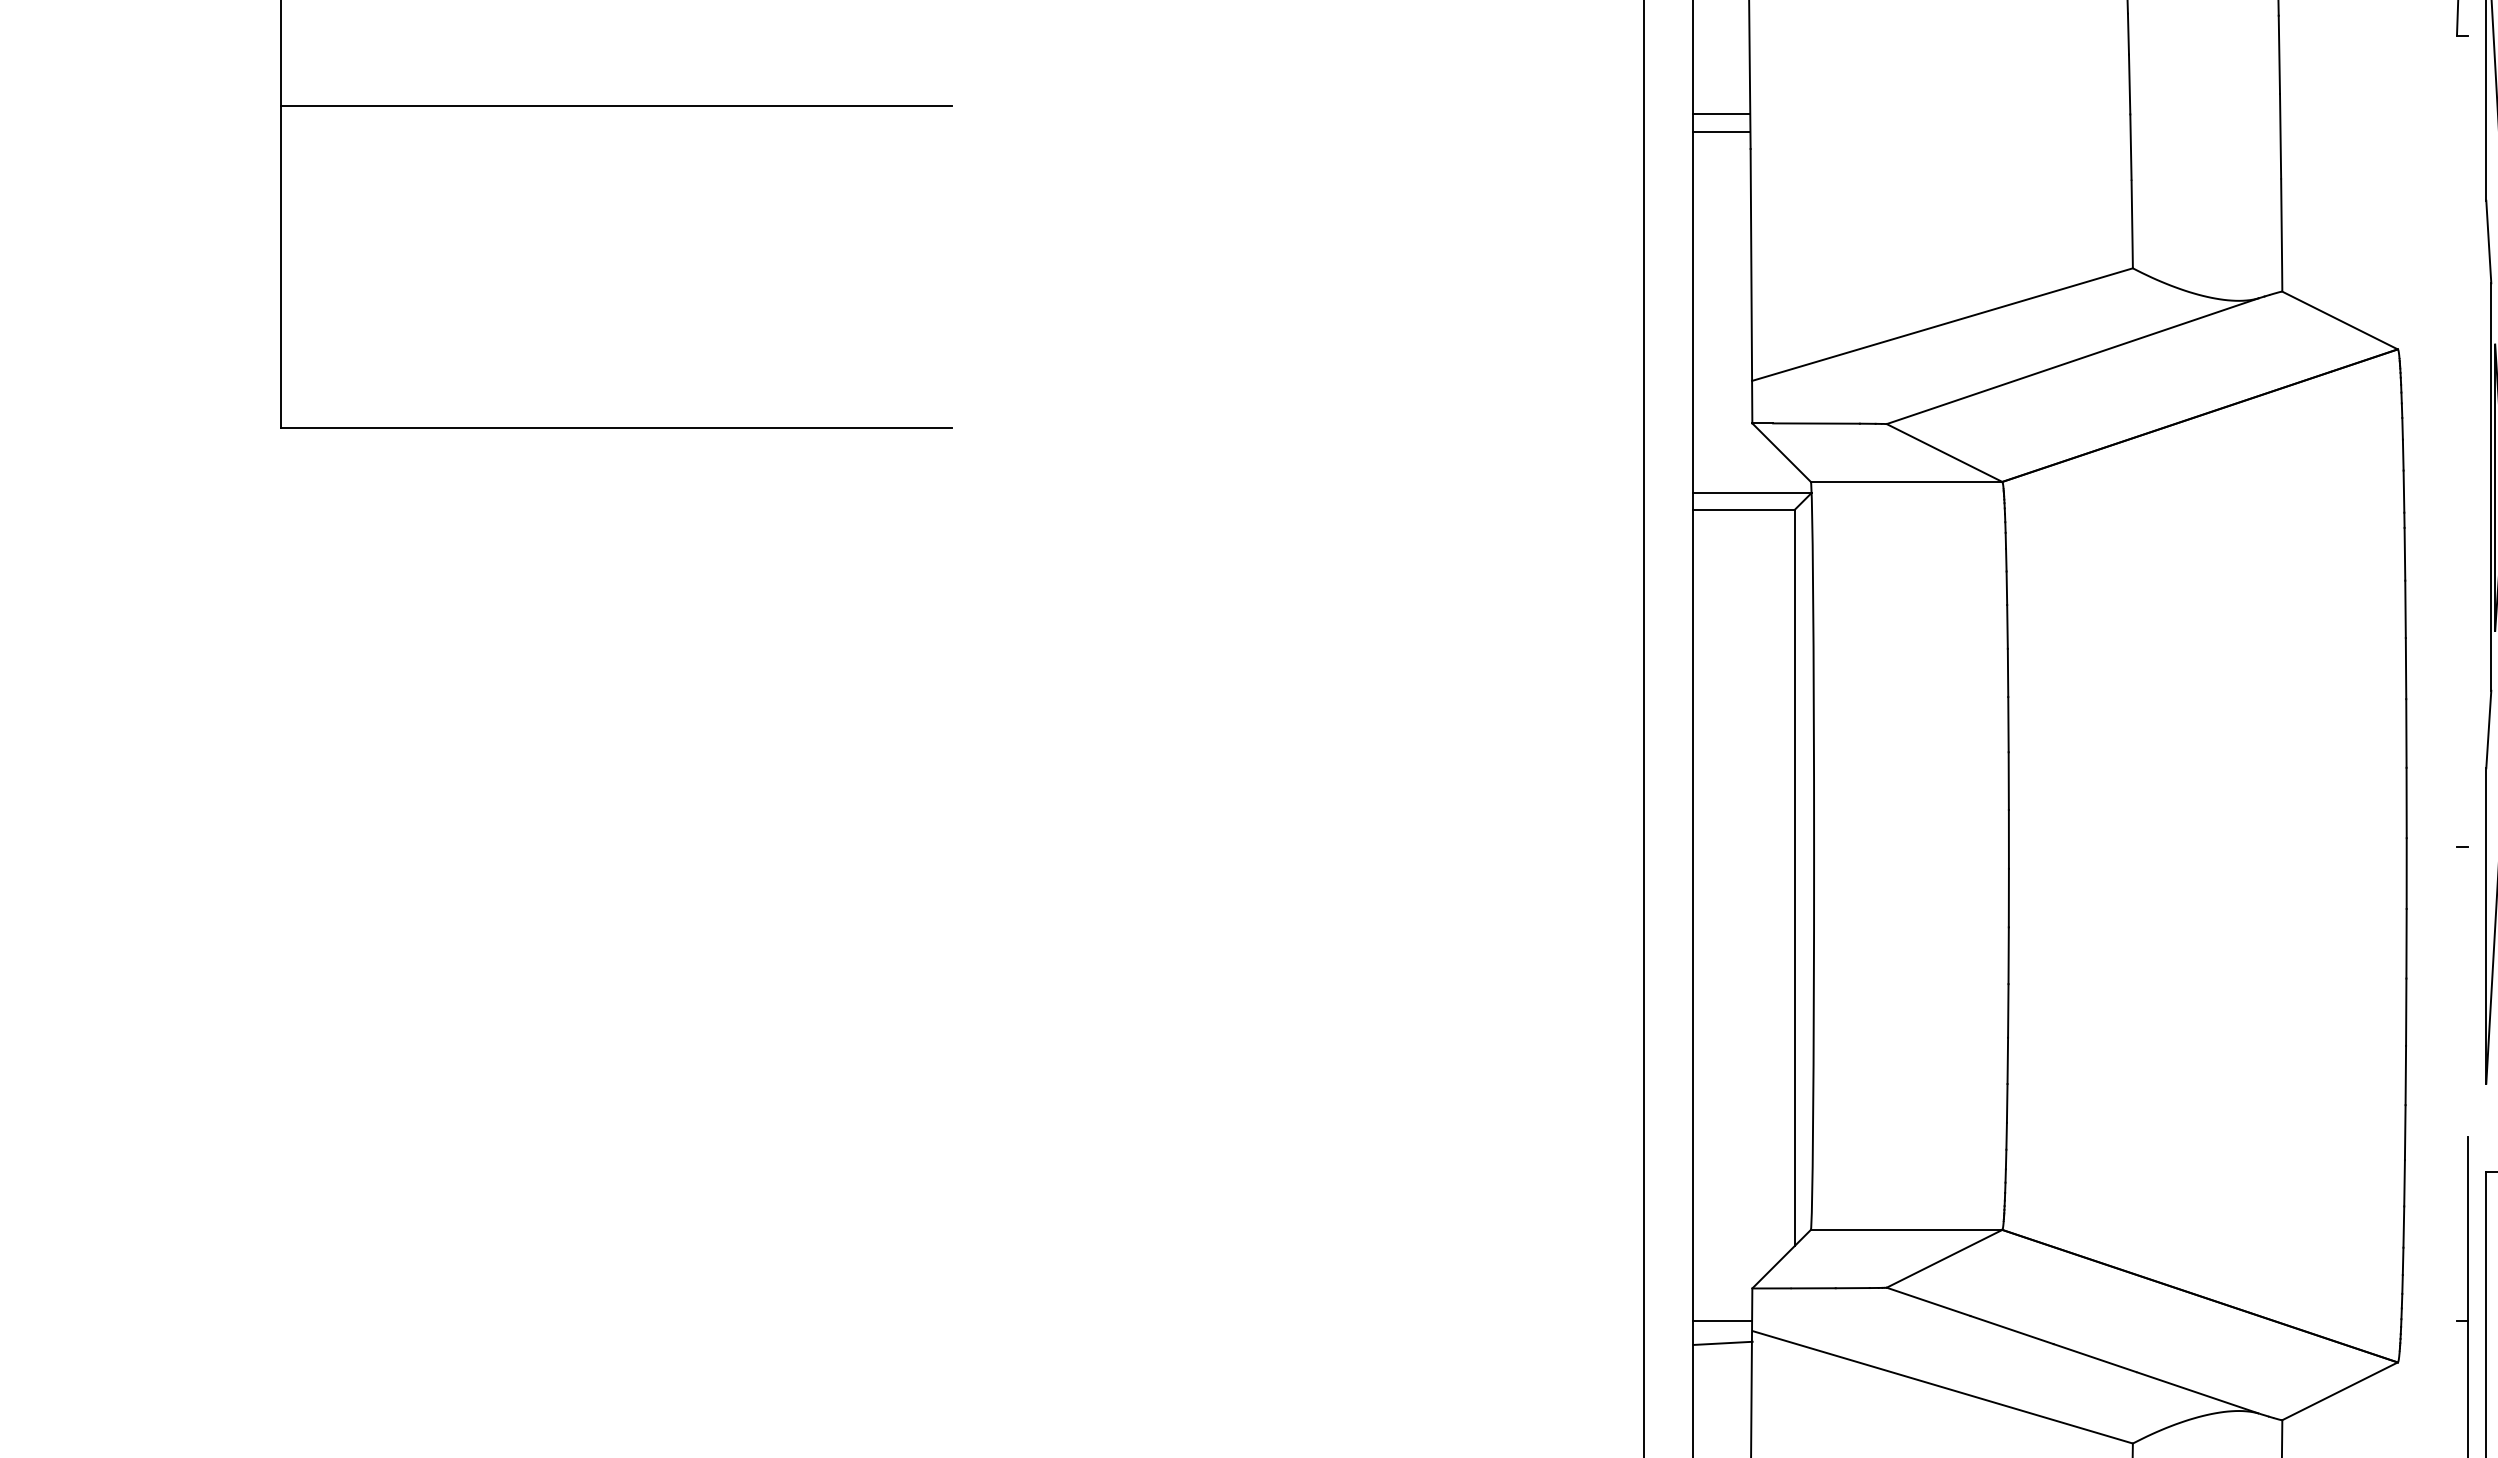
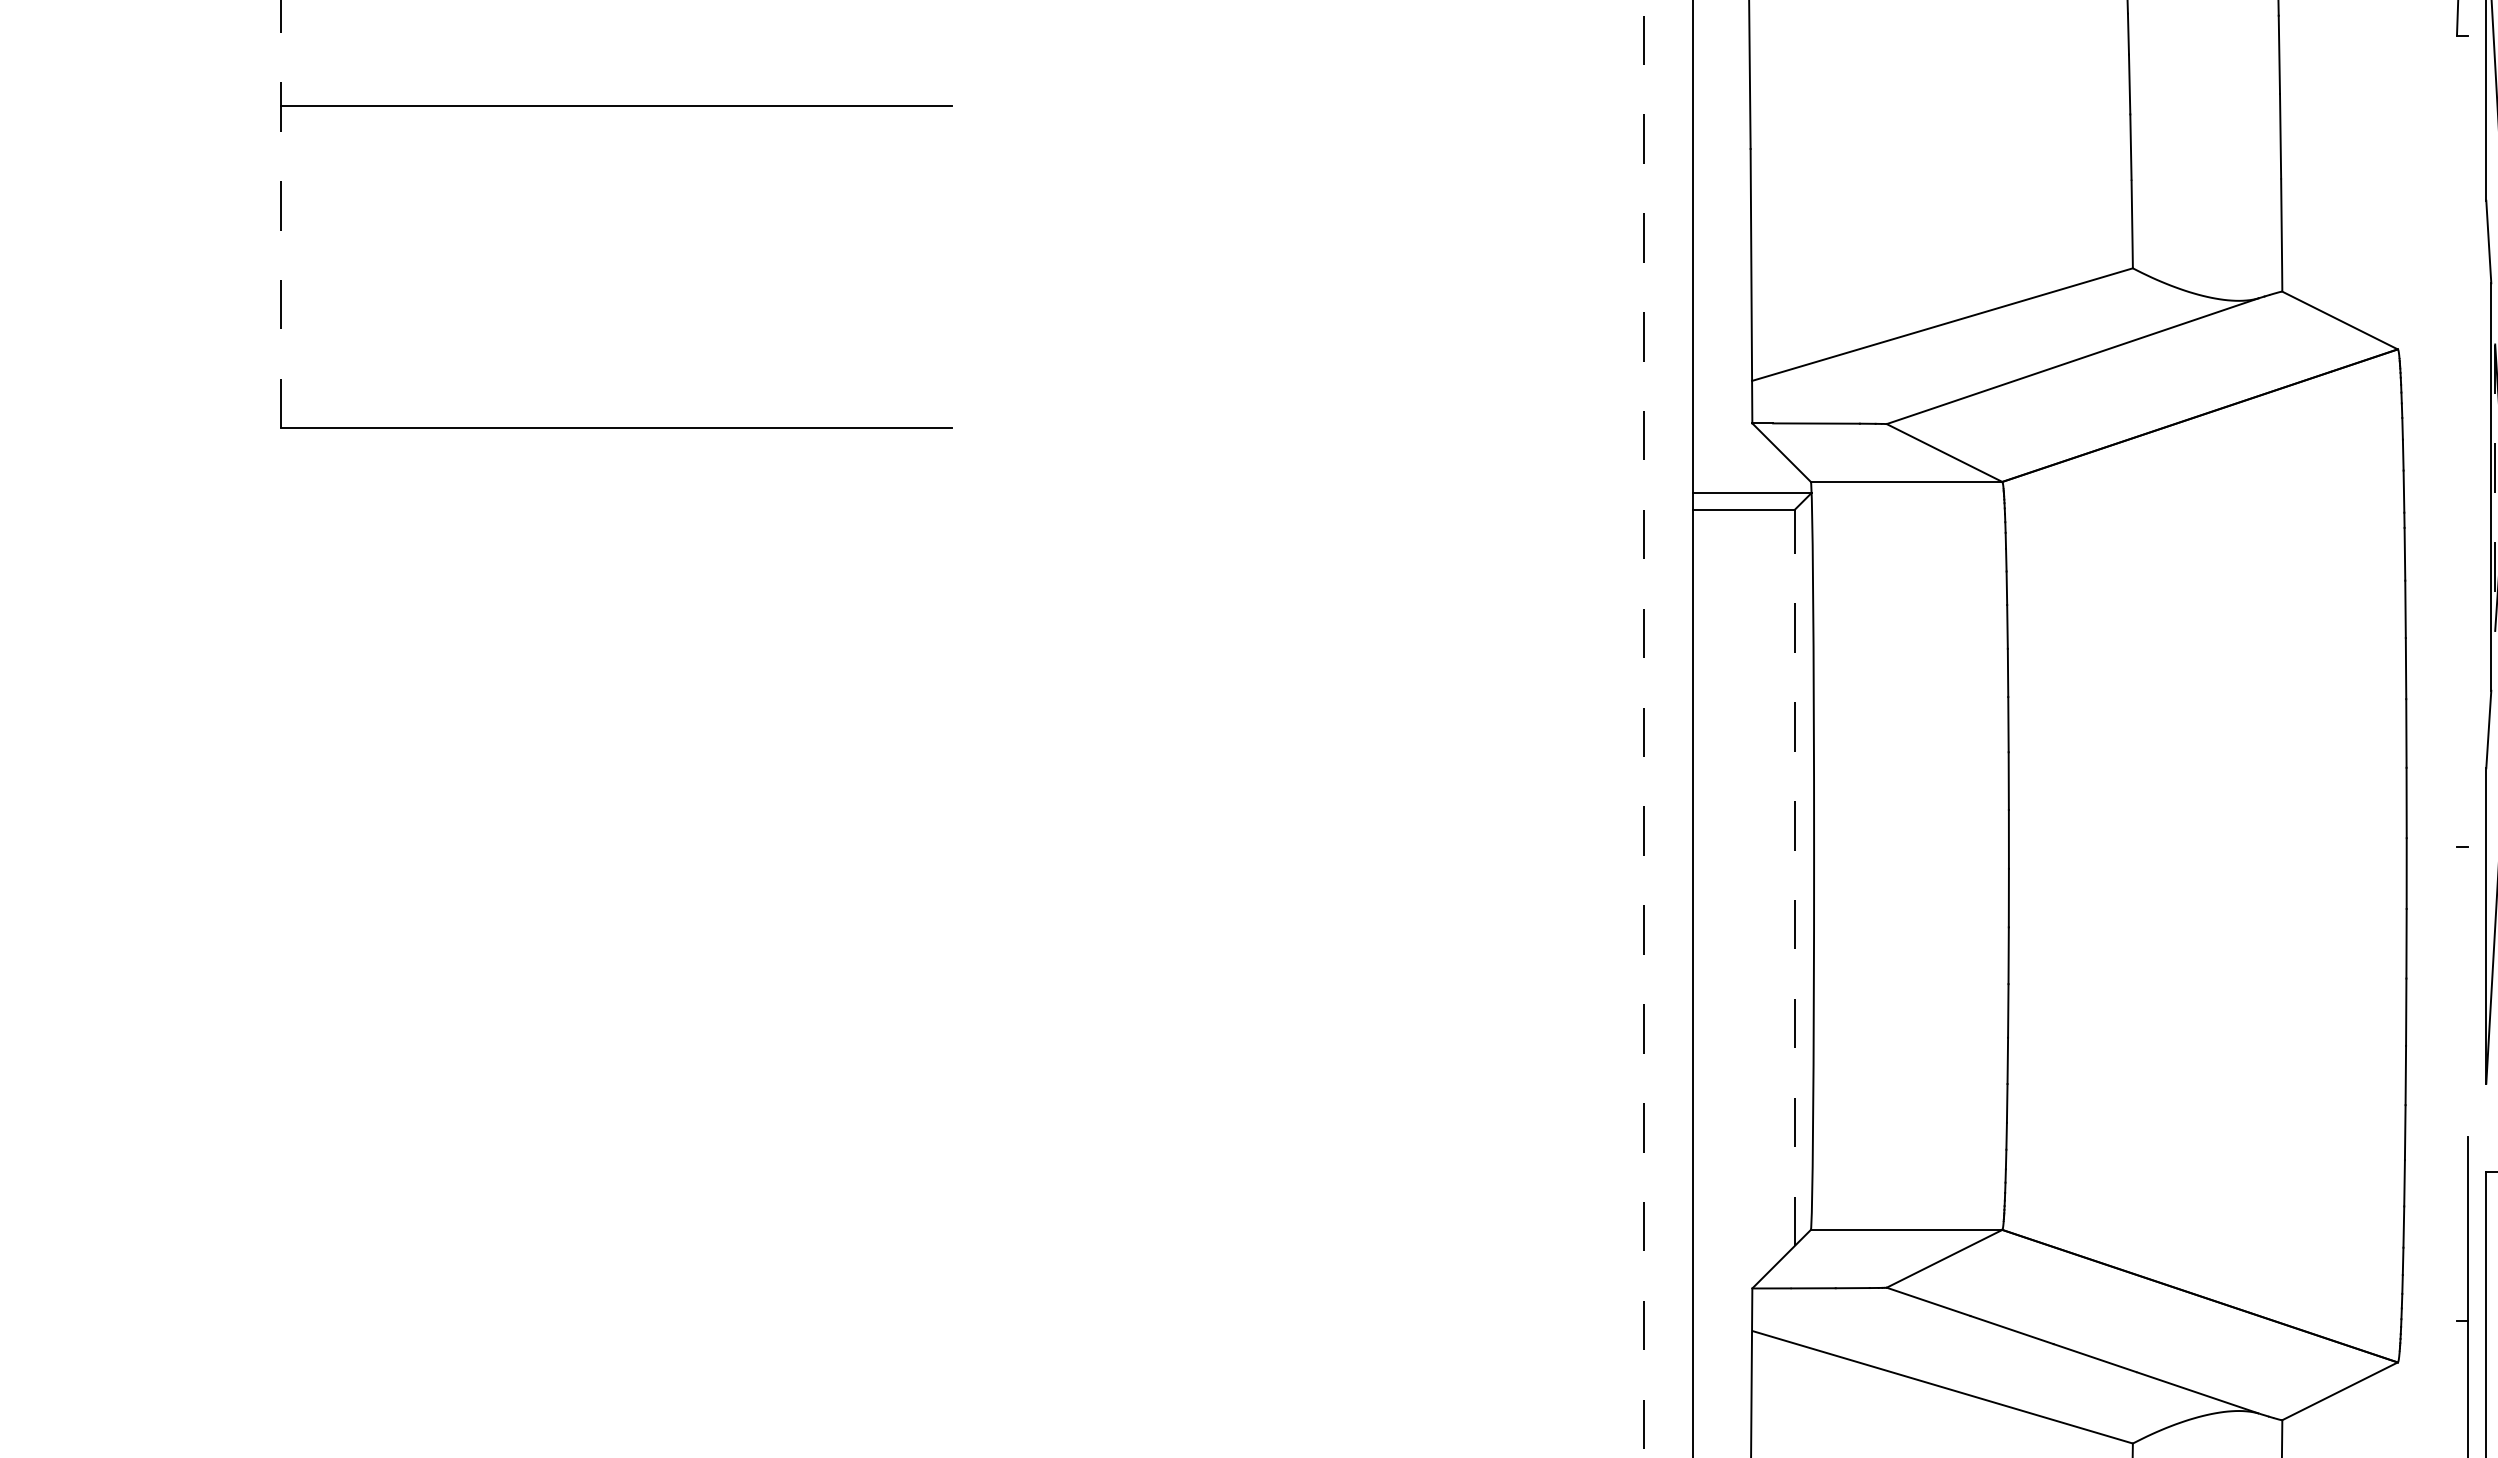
line at (1721, 114): present -> none
line at (1721, 131): present -> none
line at (281, 214): solid -> dashed
line at (2495, 488): solid -> dashed
line at (1643, 728): solid -> dashed
line at (1794, 877): solid -> dashed
line at (1722, 1321): present -> none
line at (1722, 1342): present -> none
